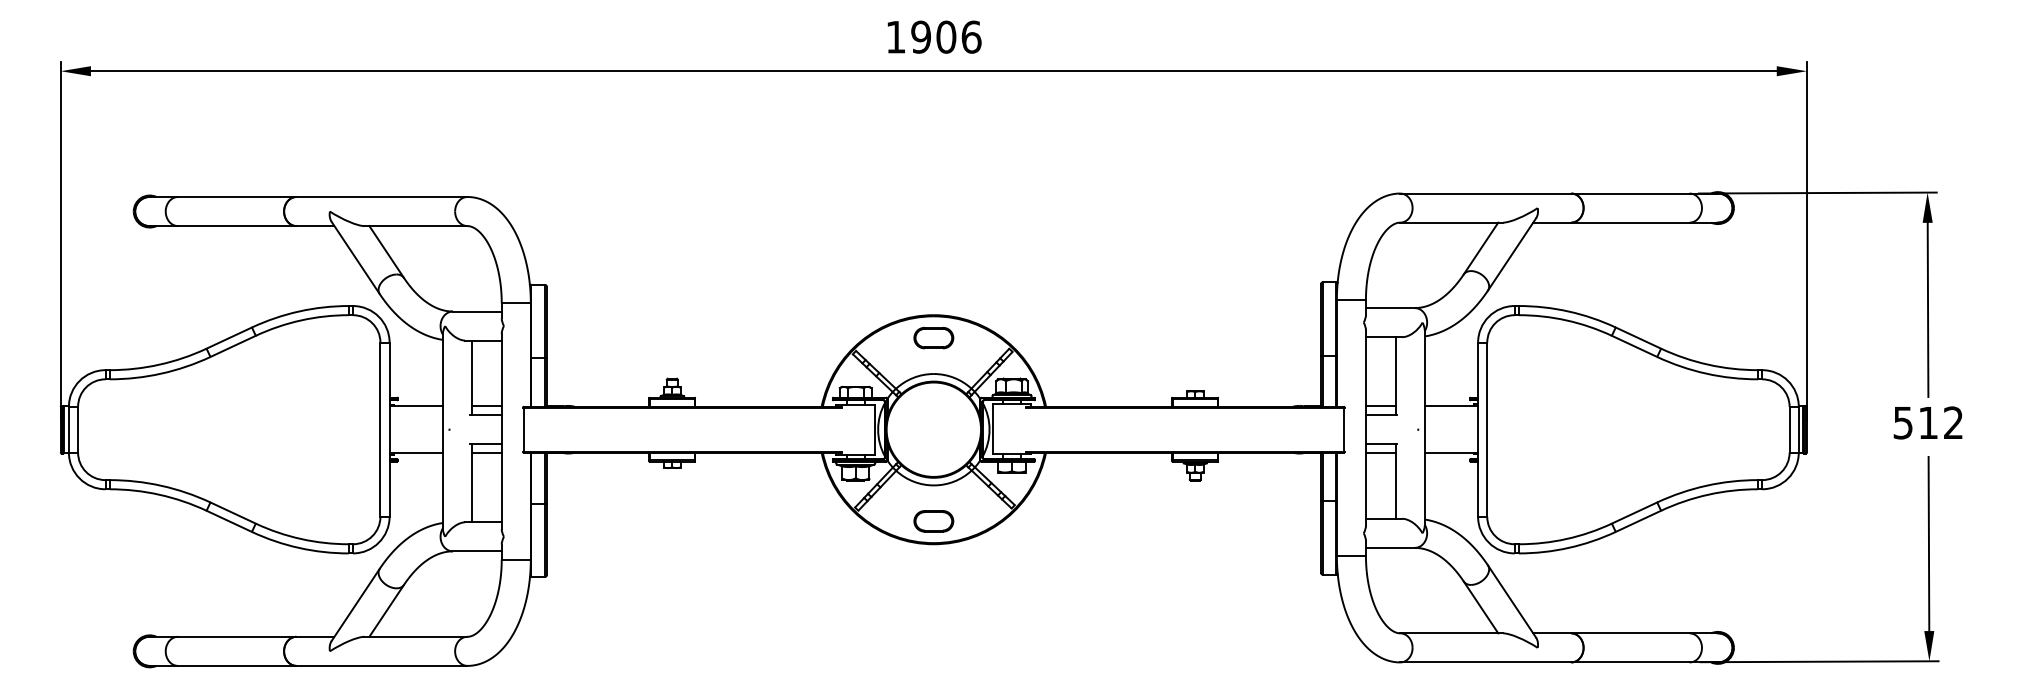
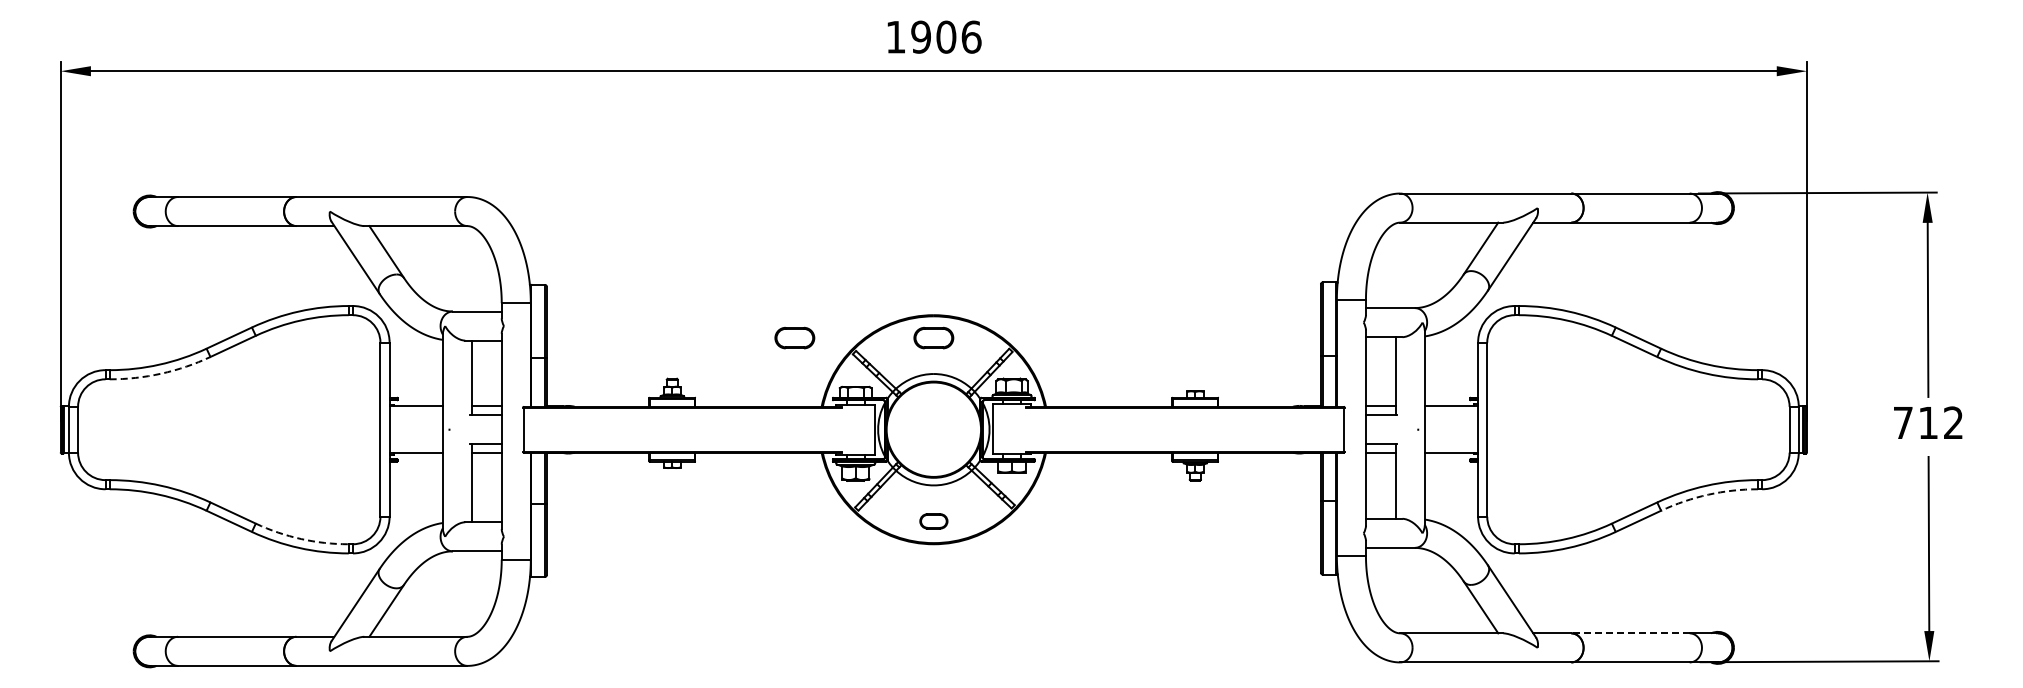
part at (794, 337): none -> present
arc at (161, 373): solid -> dashed
text at (1902, 423): 512 -> 712
arc at (1708, 494): solid -> dashed
part at (933, 521) size: 42x23 px -> 30x17 px
arc at (301, 539): solid -> dashed
line at (1630, 633): solid -> dashed
